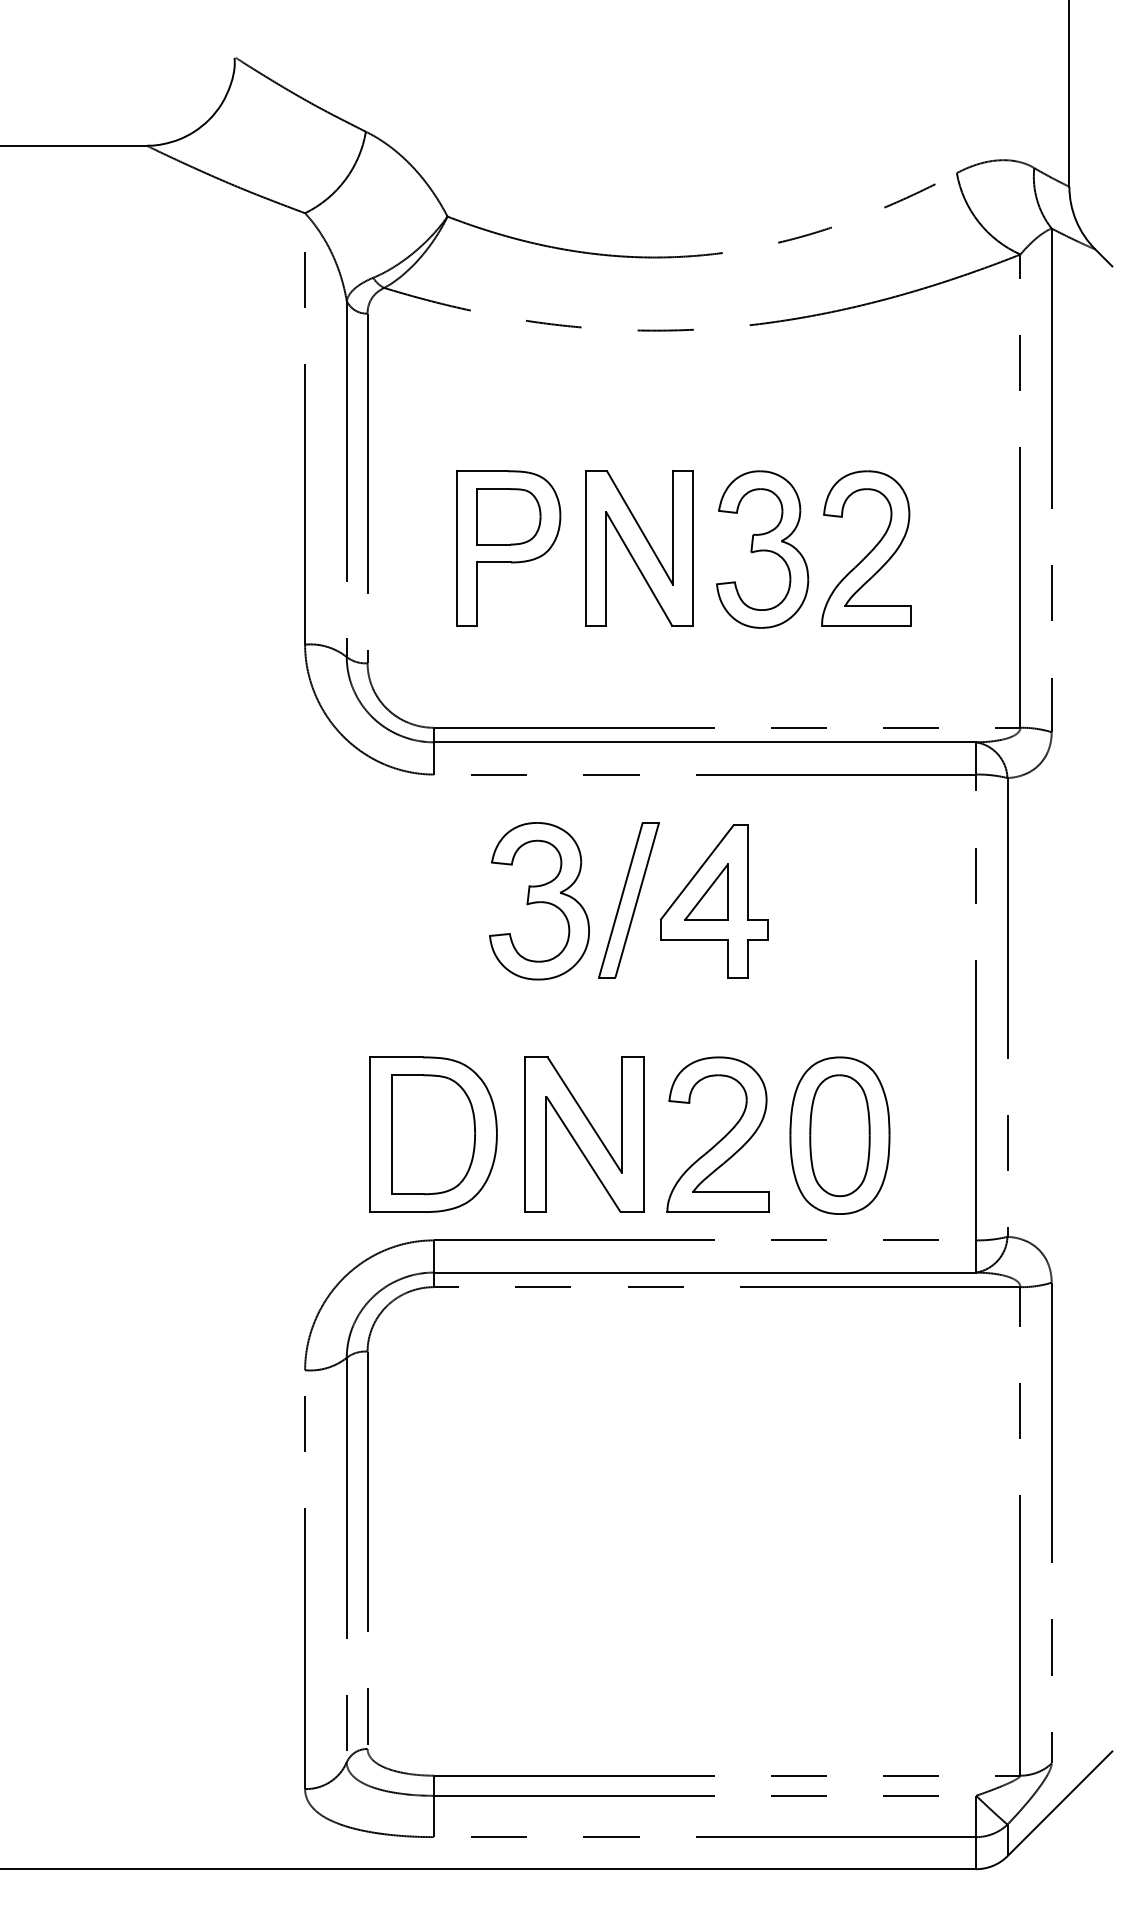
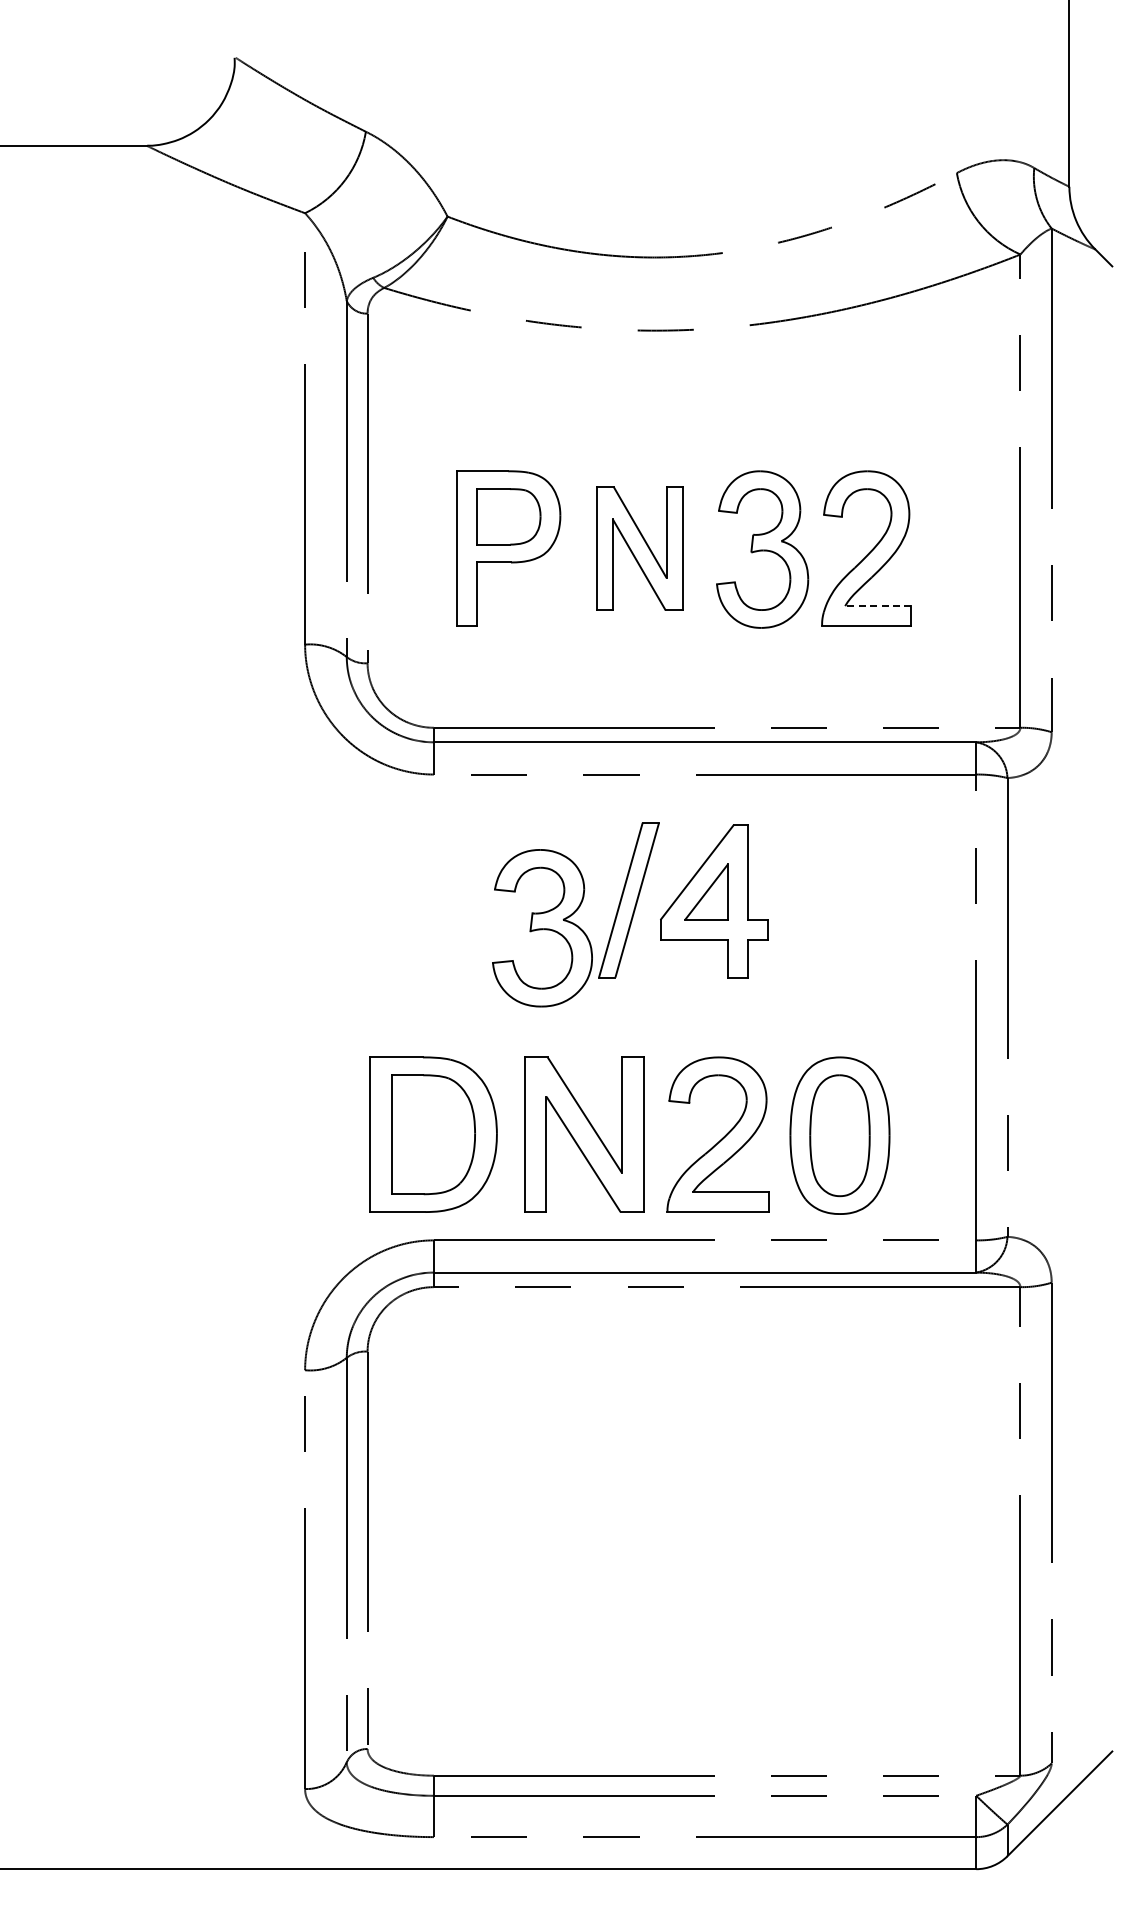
part at (639, 548) size: 109x157 px -> 88x125 px
line at (877, 606): solid -> dashed
part at (539, 901) position: (539, 901) -> (542, 928)
